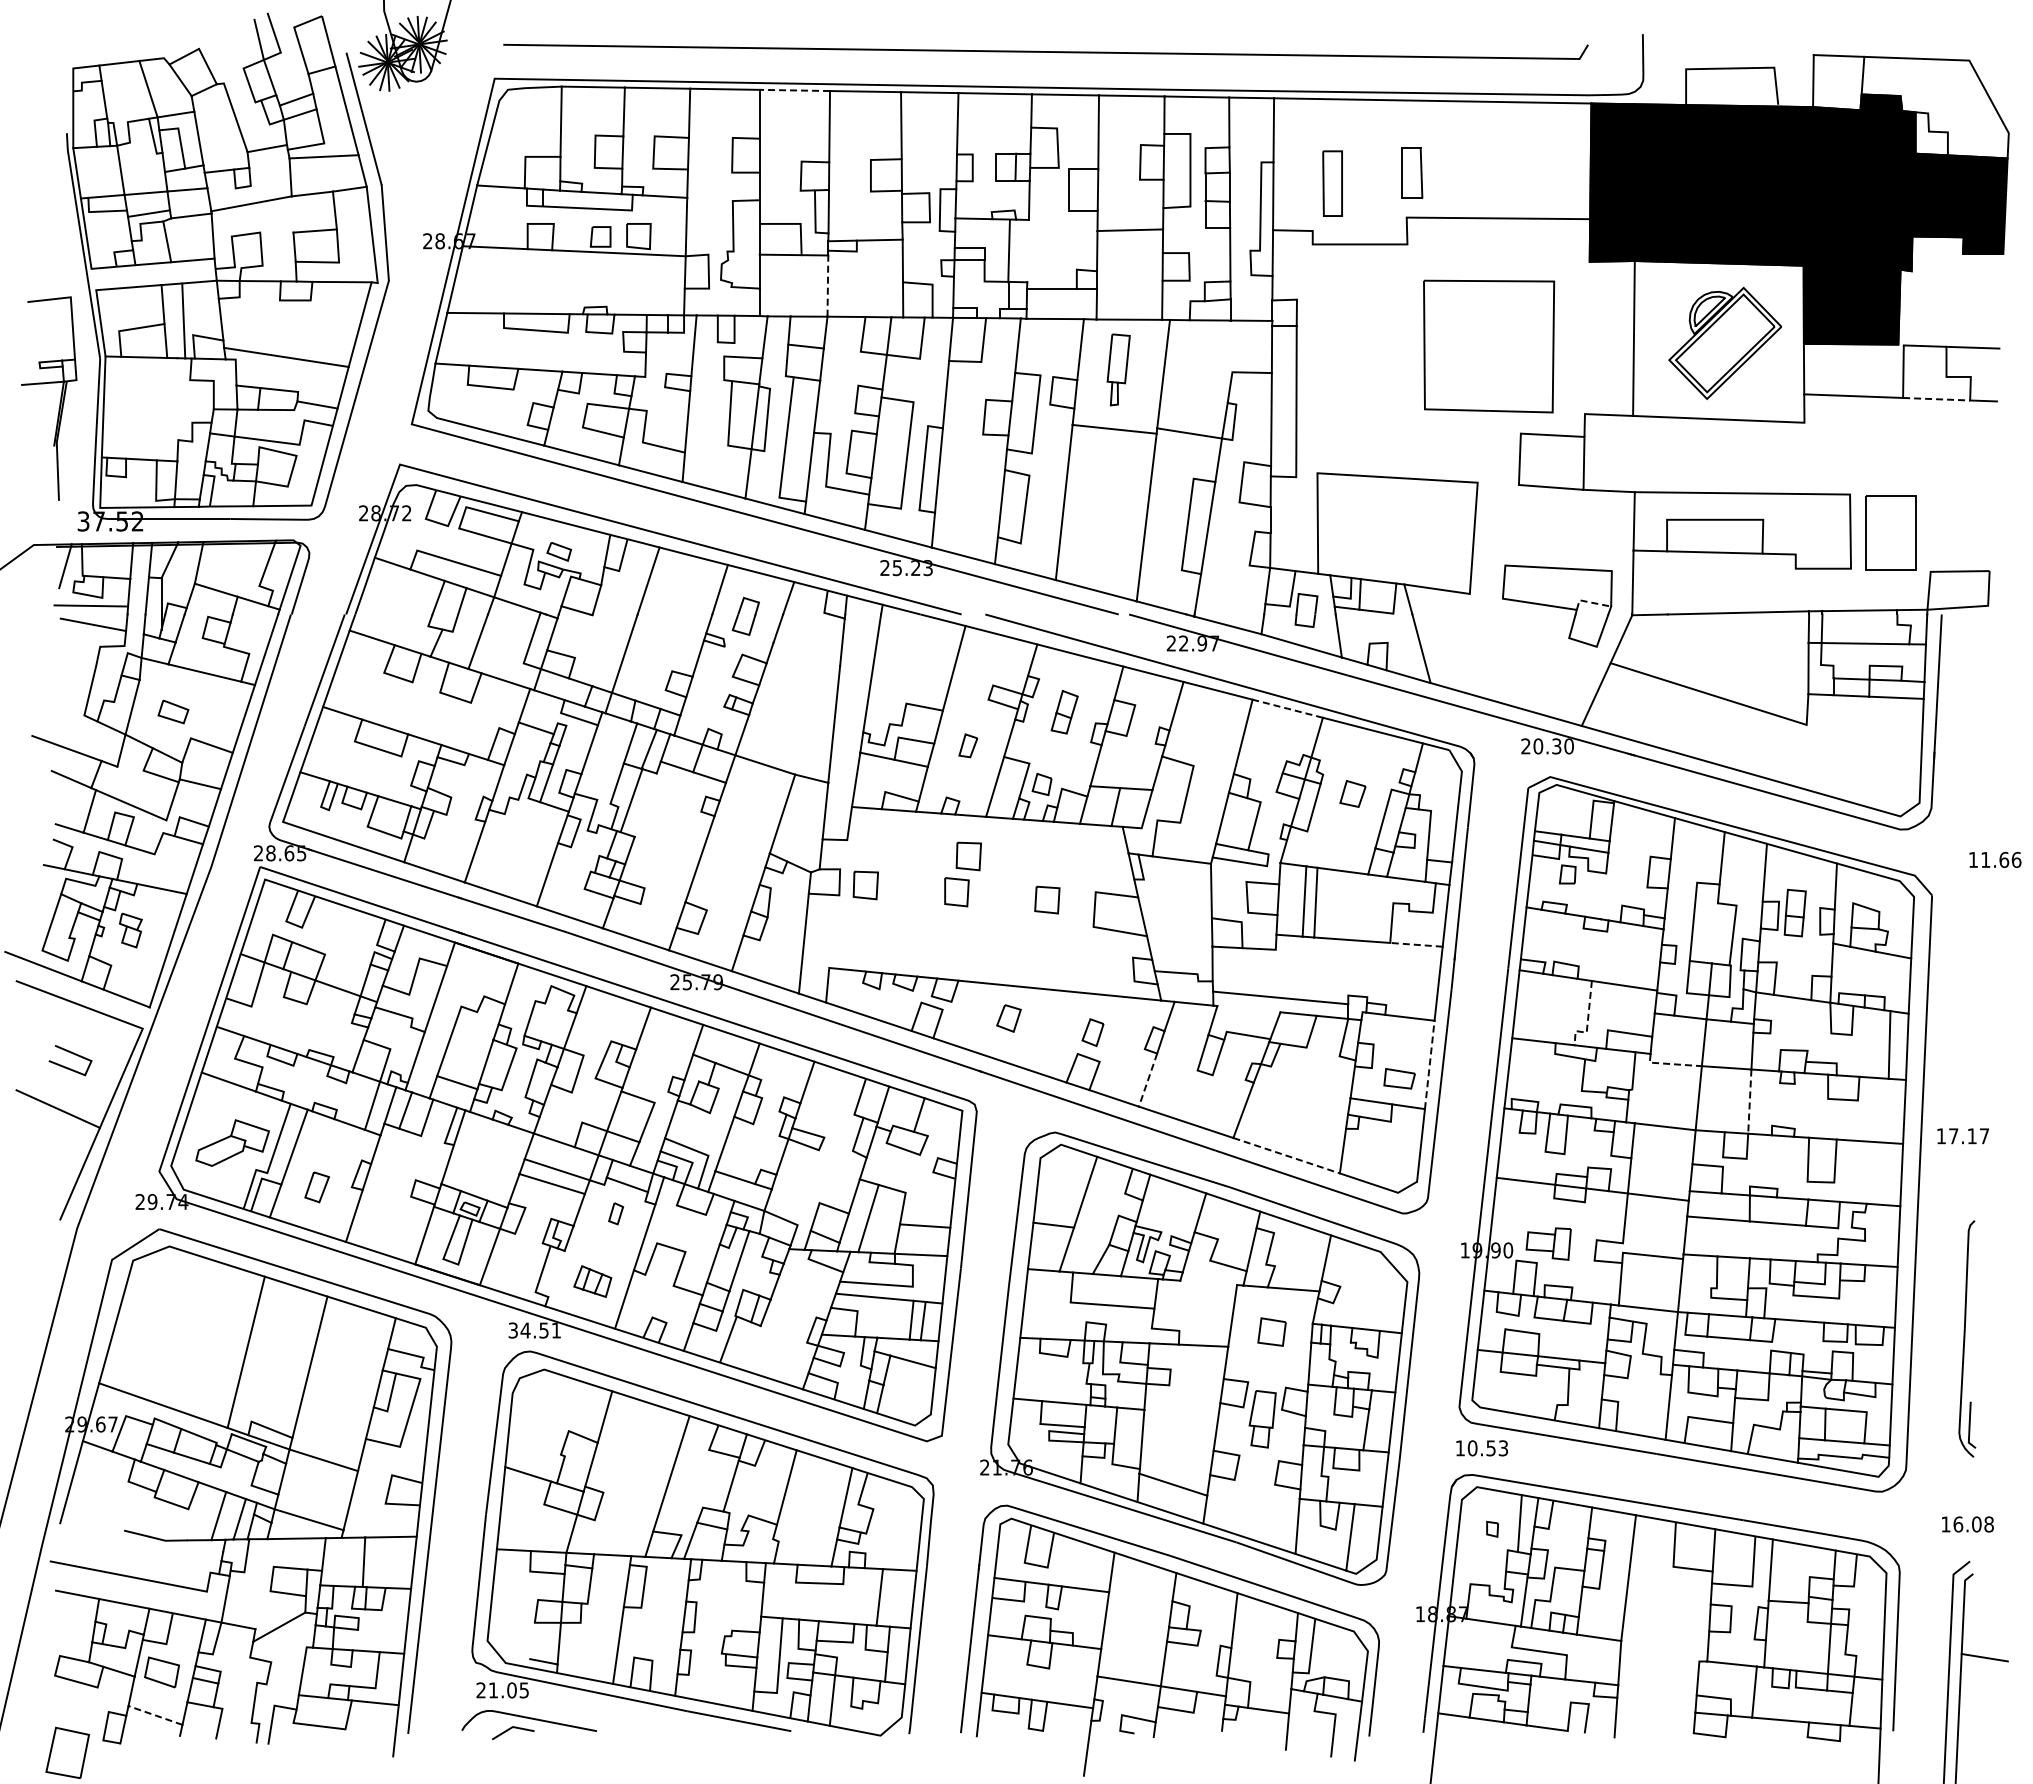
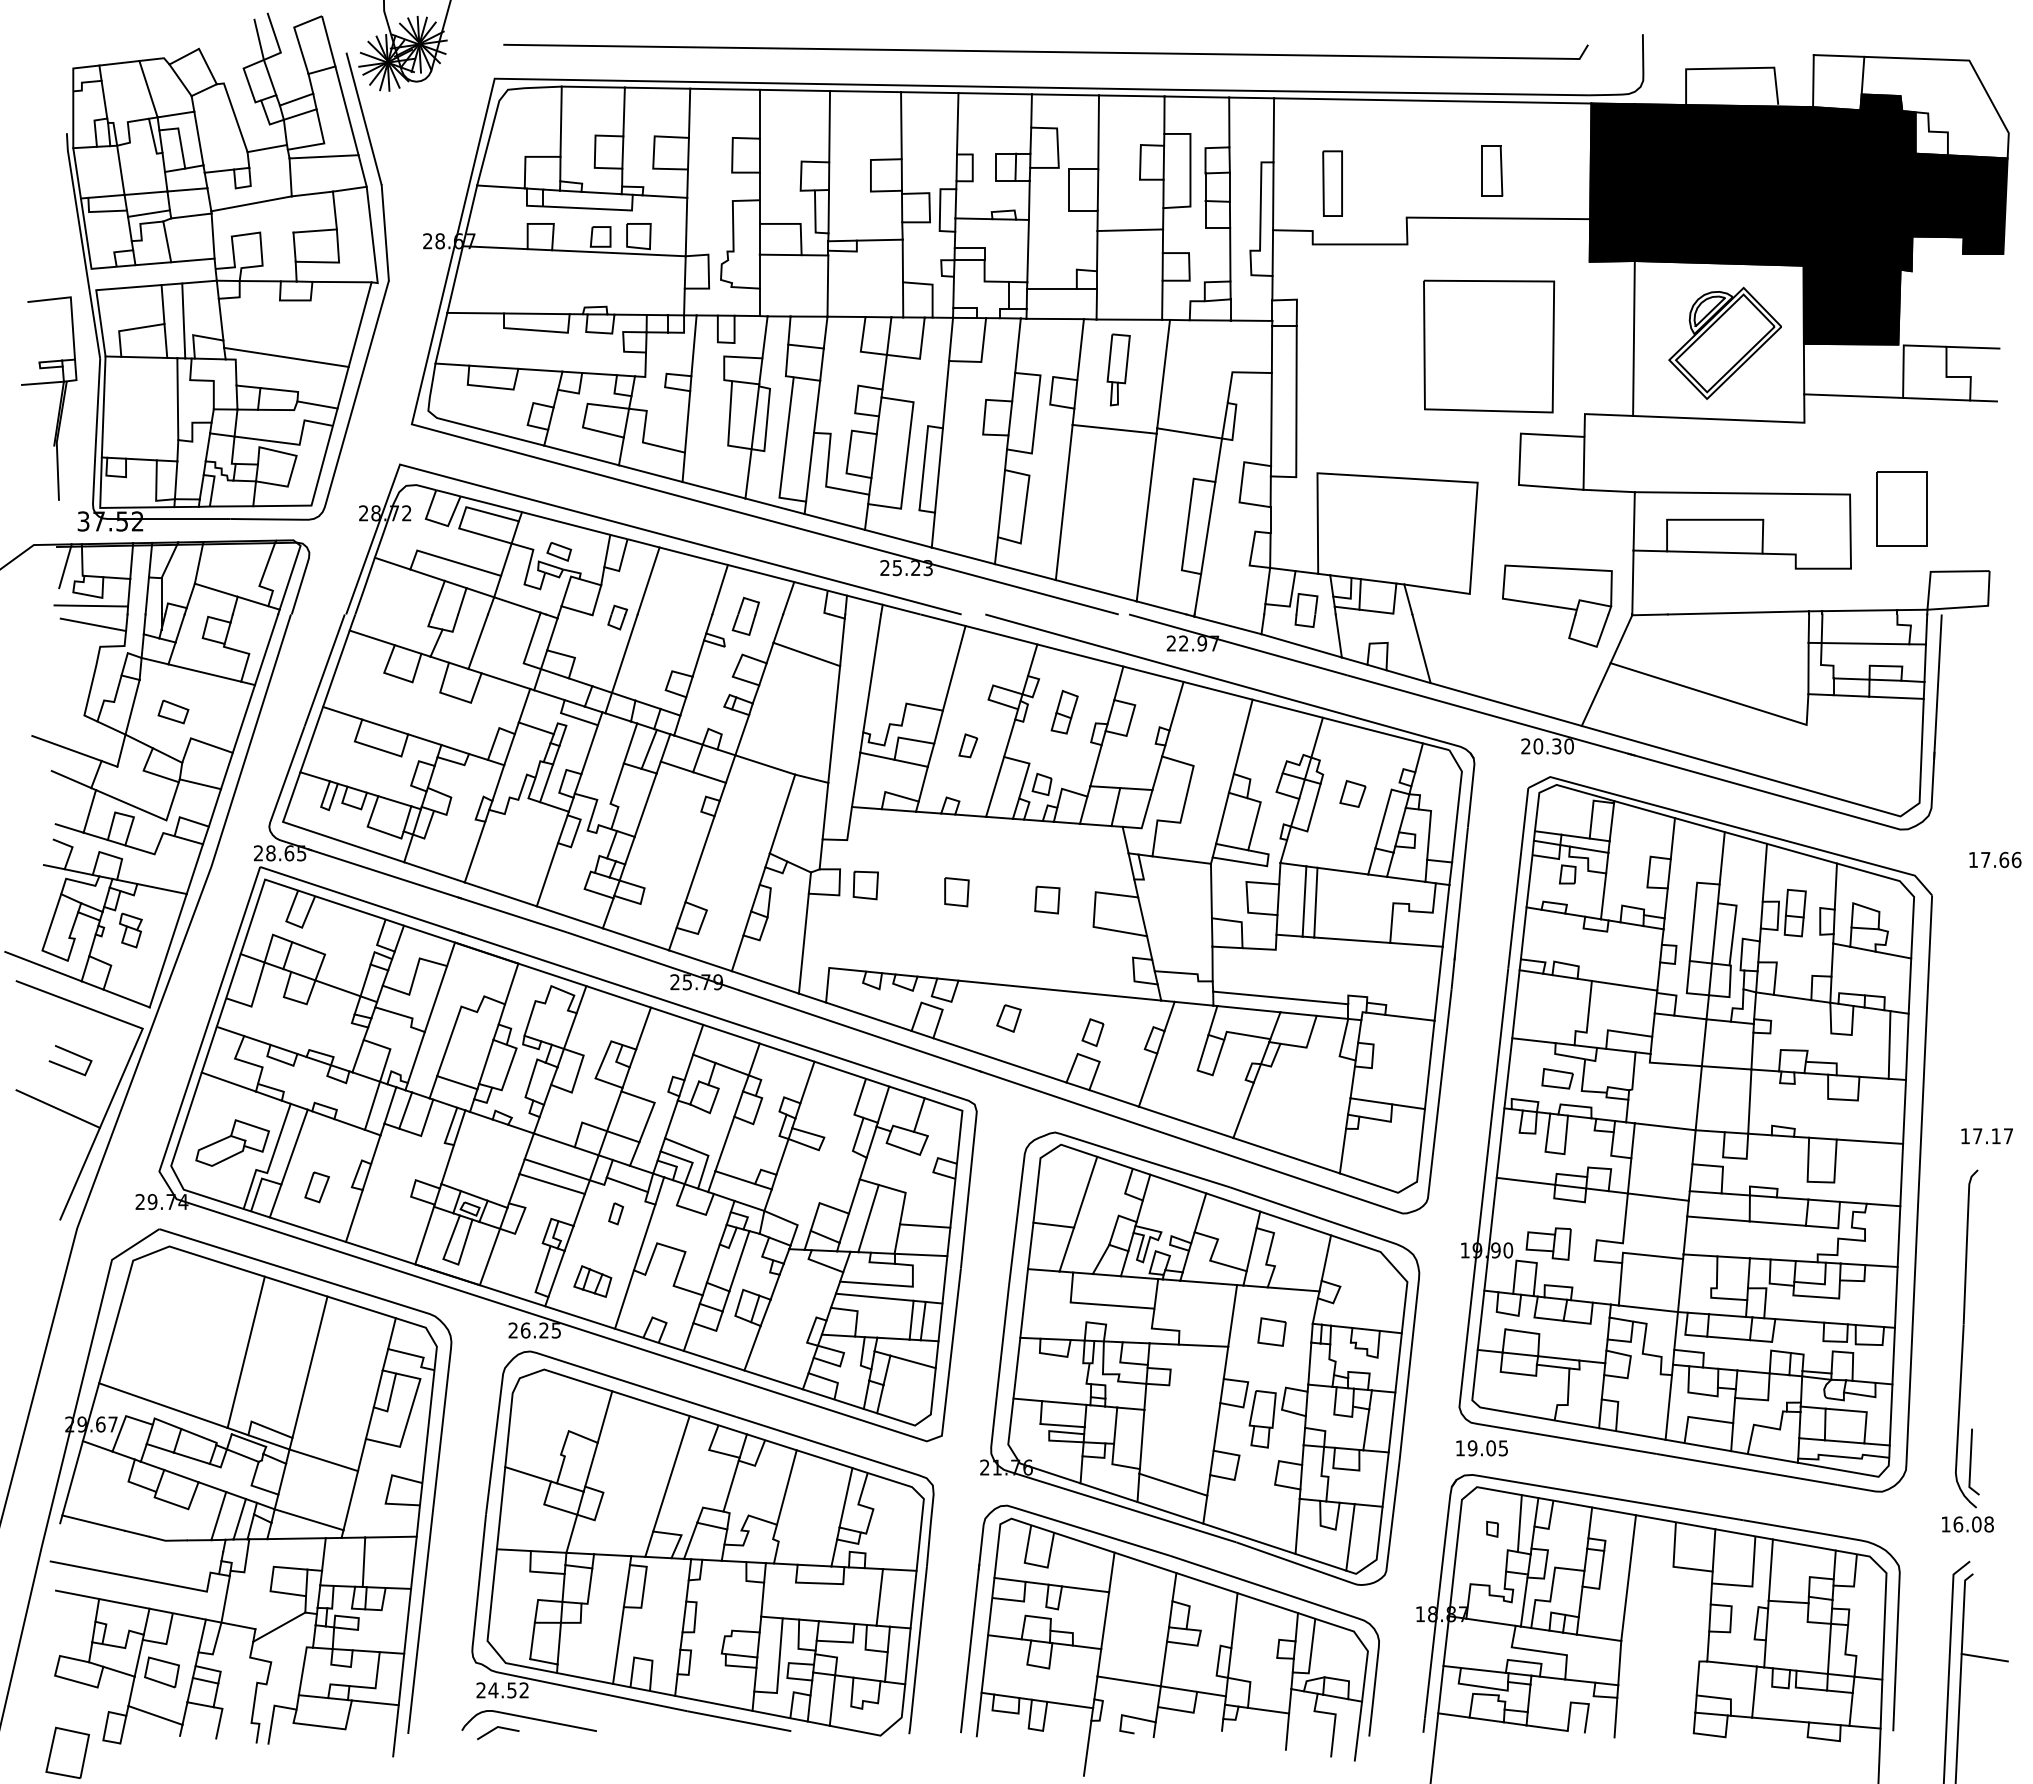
line at (794, 90): dashed -> solid
part at (1412, 172) position: (1412, 172) -> (1492, 170)
line at (1008, 250) position: (1008, 250) -> (1027, 250)
line at (827, 286): dashed -> solid
line at (177, 399): none -> present
line at (1936, 399): dashed -> solid
part at (1890, 532) position: (1890, 532) -> (1901, 508)
line at (1590, 602): dashed -> solid
part at (617, 617): none -> present
line at (806, 654): none -> present
line at (1287, 708): dashed -> solid
line at (631, 799) position: (631, 799) -> (645, 804)
part at (968, 856): present -> none
text at (1985, 859): 11.66 -> 17.66
line at (1603, 896): none -> present
line at (1714, 933): none -> present
line at (1415, 944): dashed -> solid
line at (1248, 1009): none -> present
line at (1587, 1021): dashed -> solid
line at (1429, 1064): dashed -> solid
line at (1671, 1064): dashed -> solid
part at (1399, 1078) position: (1399, 1078) -> (1557, 1078)
line at (1147, 1080): dashed -> solid
line at (1749, 1102): dashed -> solid
text at (1962, 1136) position: (1962, 1136) -> (1986, 1136)
line at (1287, 1155): dashed -> solid
line at (556, 1273): none -> present
line at (1208, 1282): none -> present
text at (534, 1330): 34.51 -> 26.25
part at (1967, 1338) size: 19x238 px -> 25x340 px
line at (728, 1339) position: (728, 1339) -> (752, 1348)
text at (1487, 1448): 10.53 -> 19.05
line at (93, 1522): none -> present
line at (532, 1640): none -> present
text at (508, 1690): 21.05 -> 24.52
line at (155, 1715): dashed -> solid
line at (510, 1729) position: (510, 1729) -> (495, 1729)
